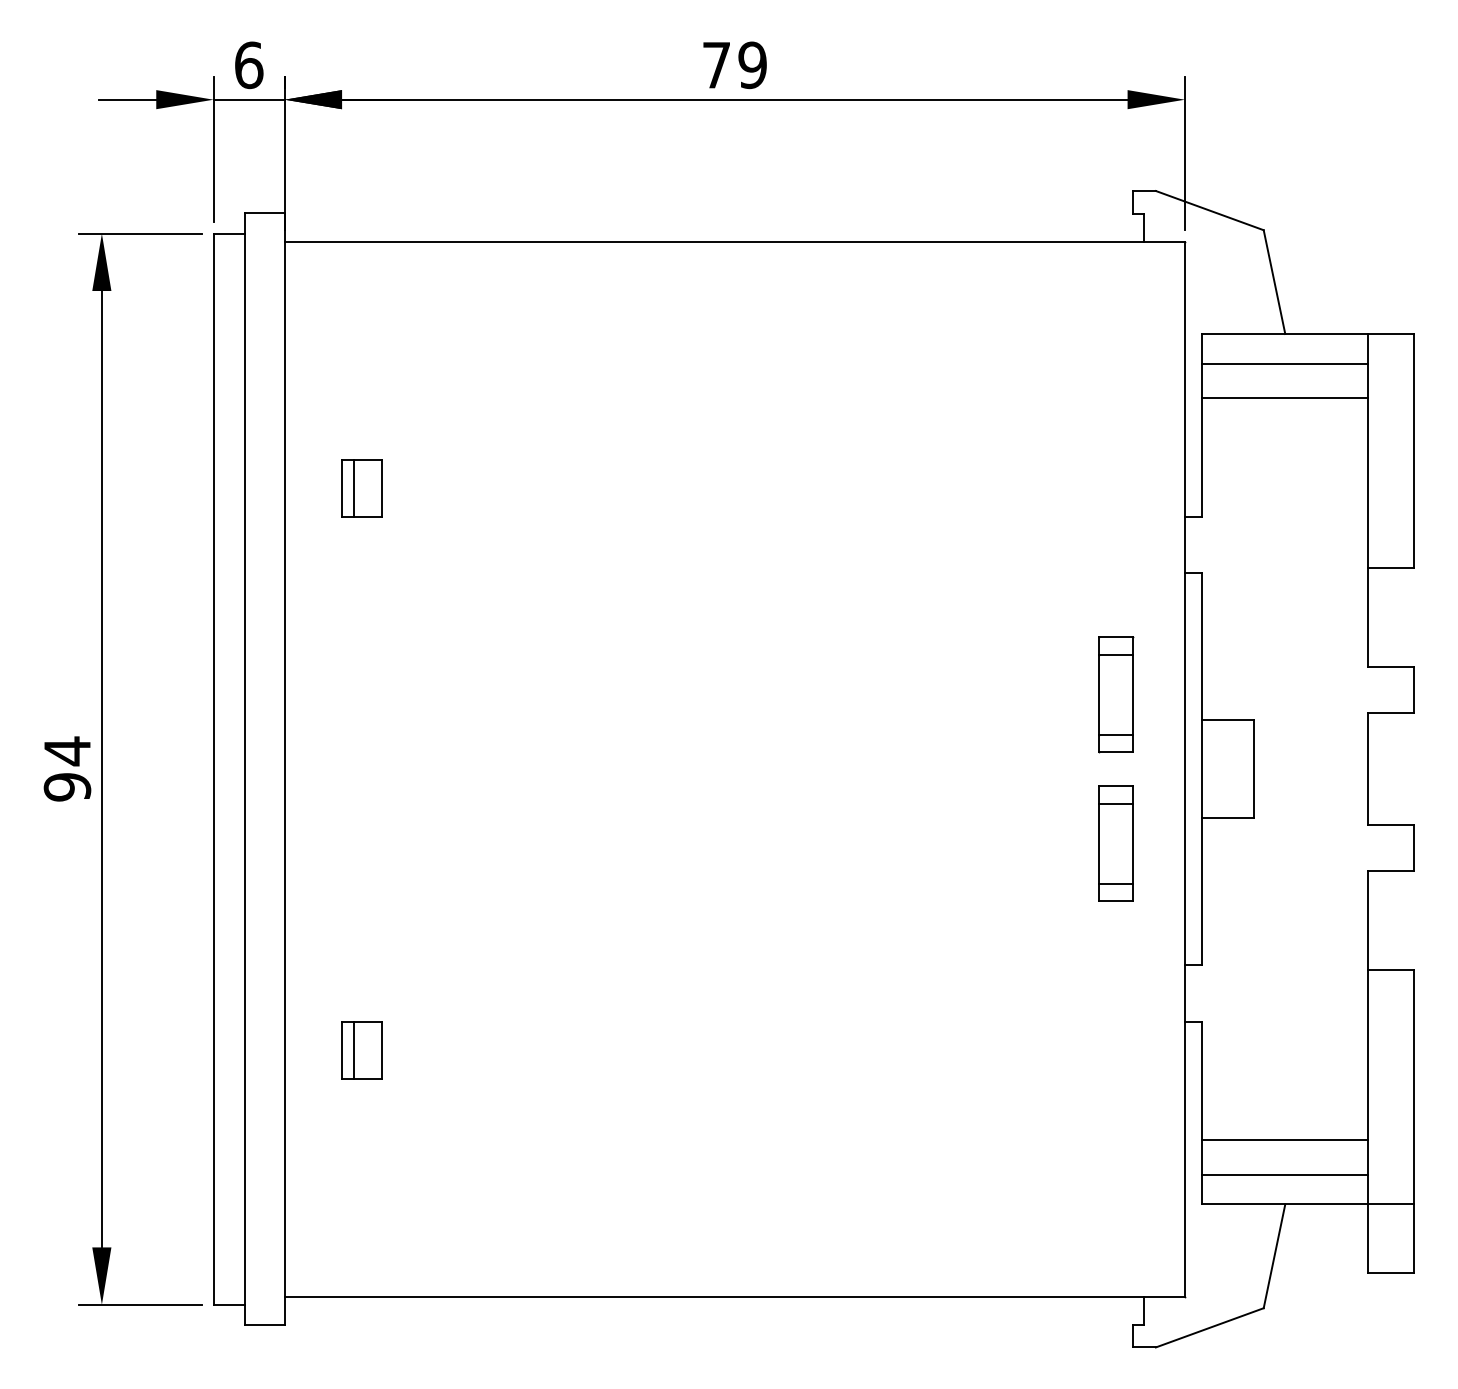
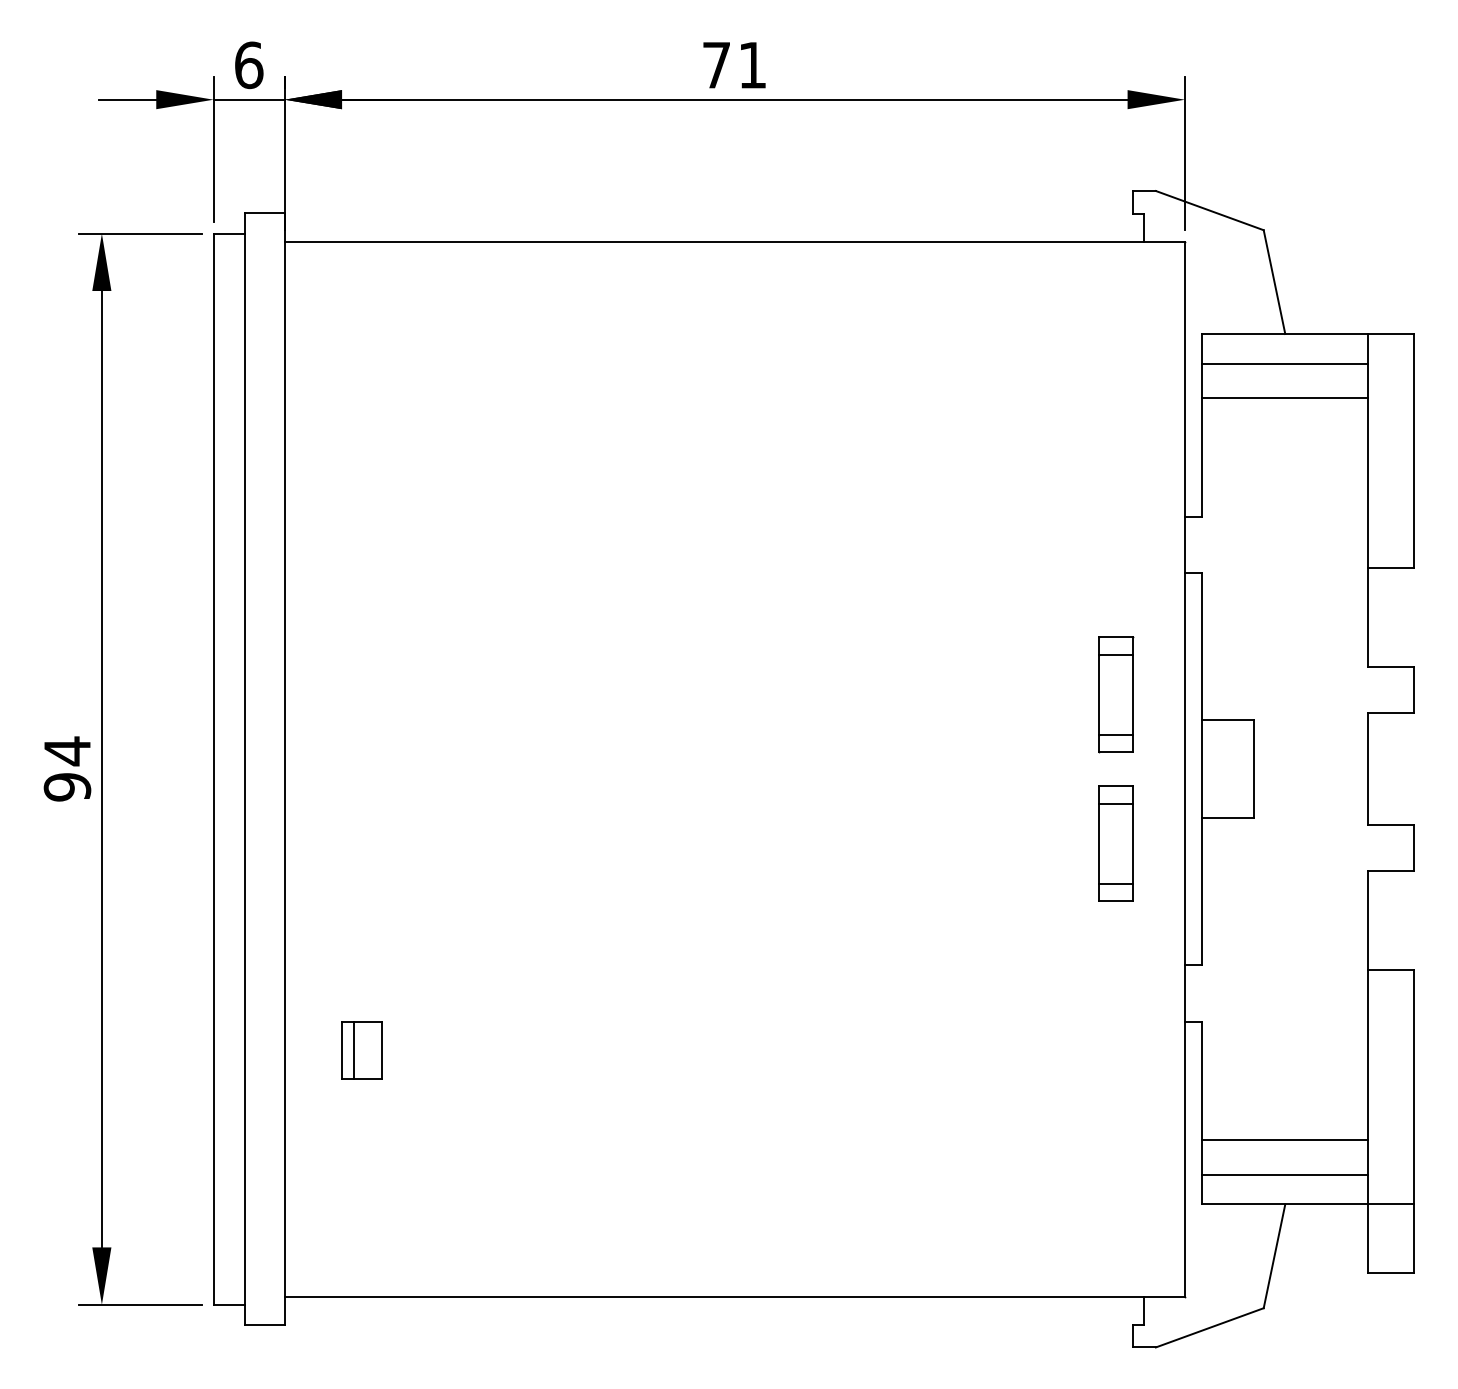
text at (752, 65): 79 -> 71
part at (361, 488): present -> none
